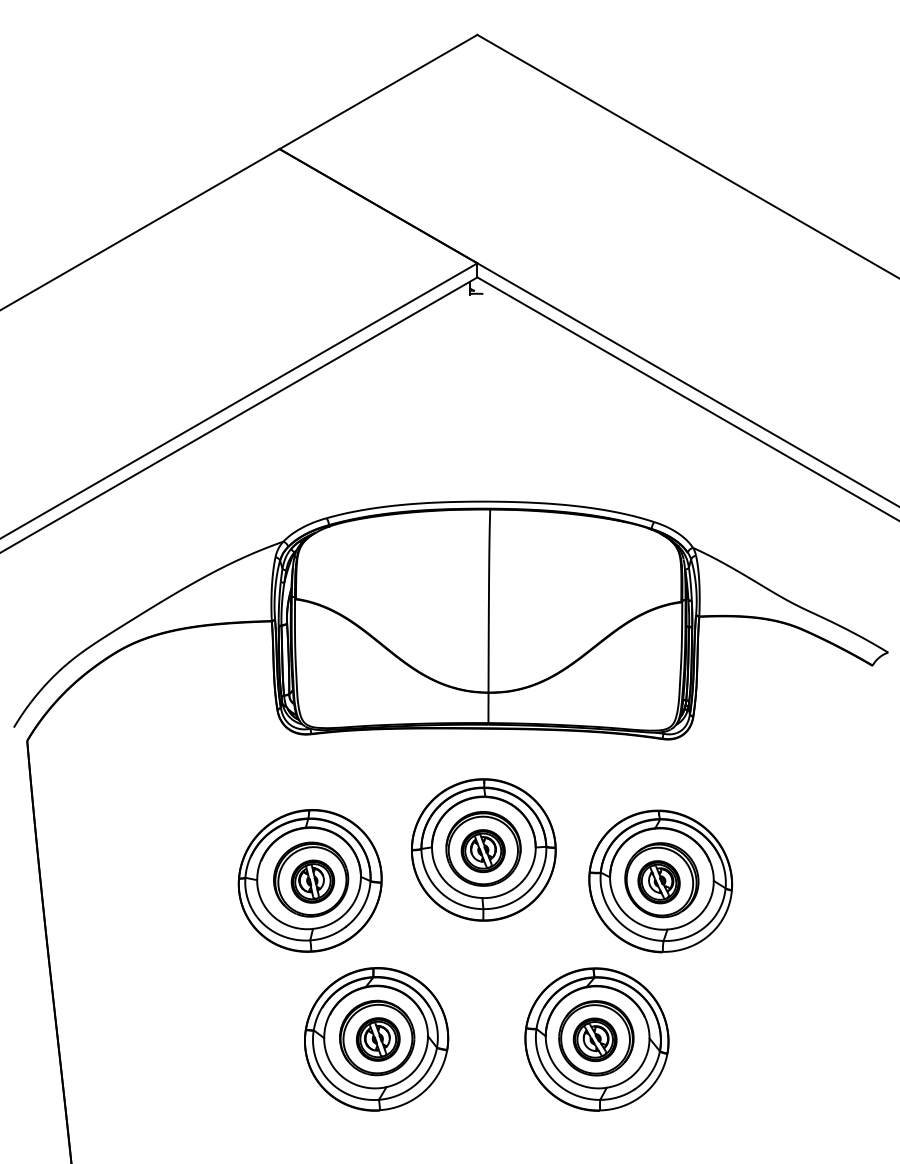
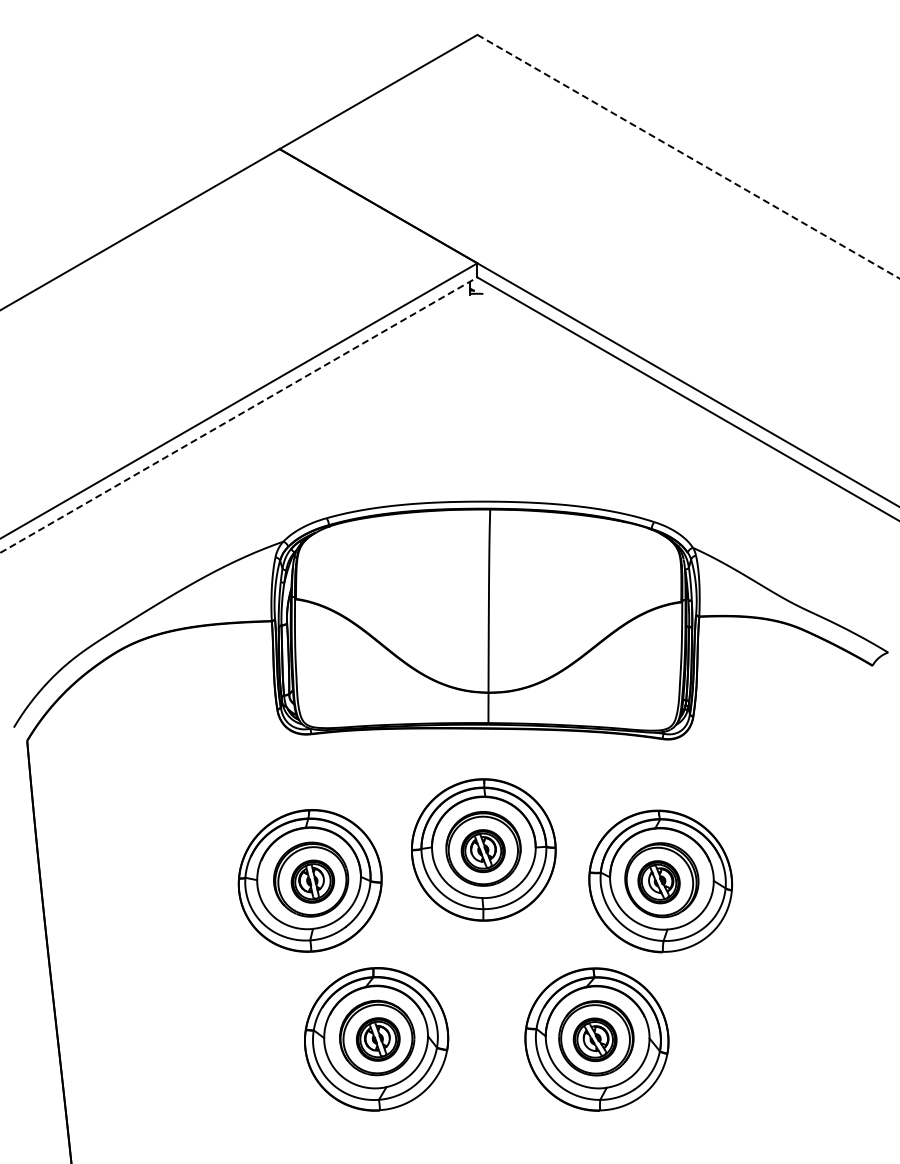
line at (688, 156): solid -> dashed
line at (239, 414): solid -> dashed
